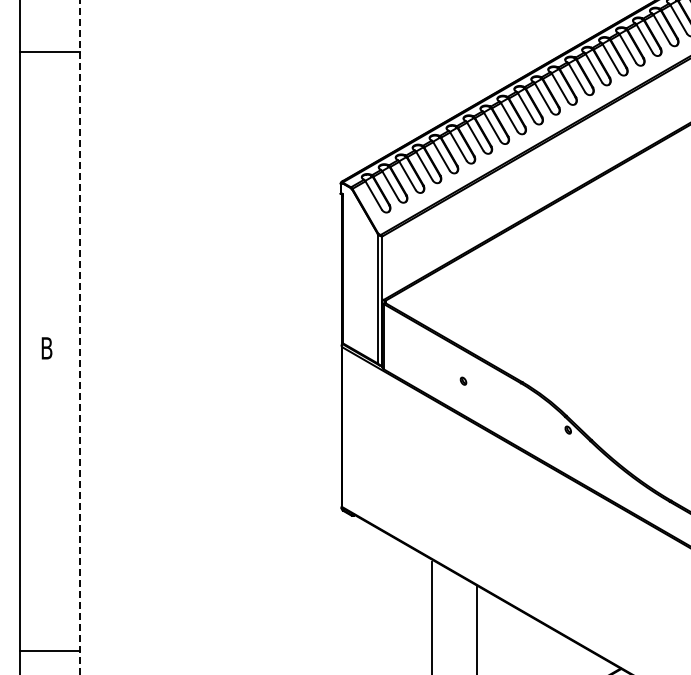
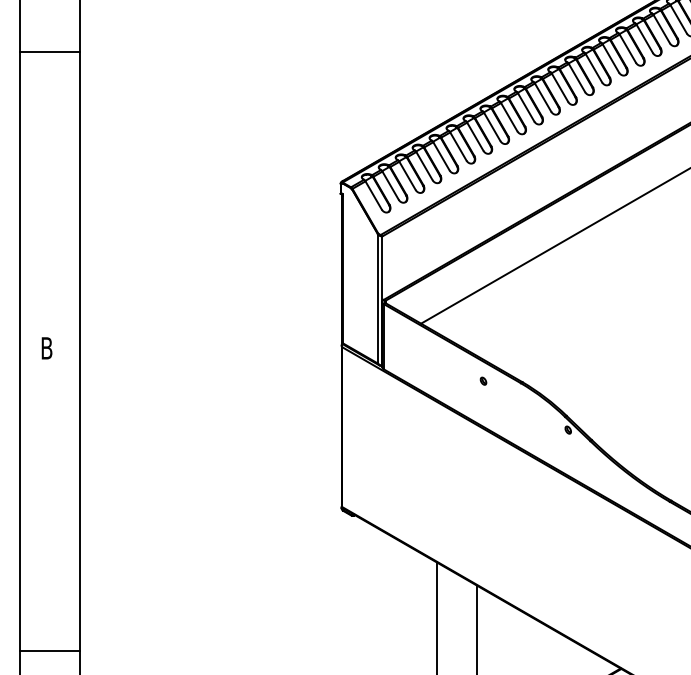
line at (554, 246): none -> present
line at (79, 337): dashed -> solid
part at (463, 380) position: (463, 380) -> (483, 380)
line at (431, 616) position: (431, 616) -> (436, 616)
